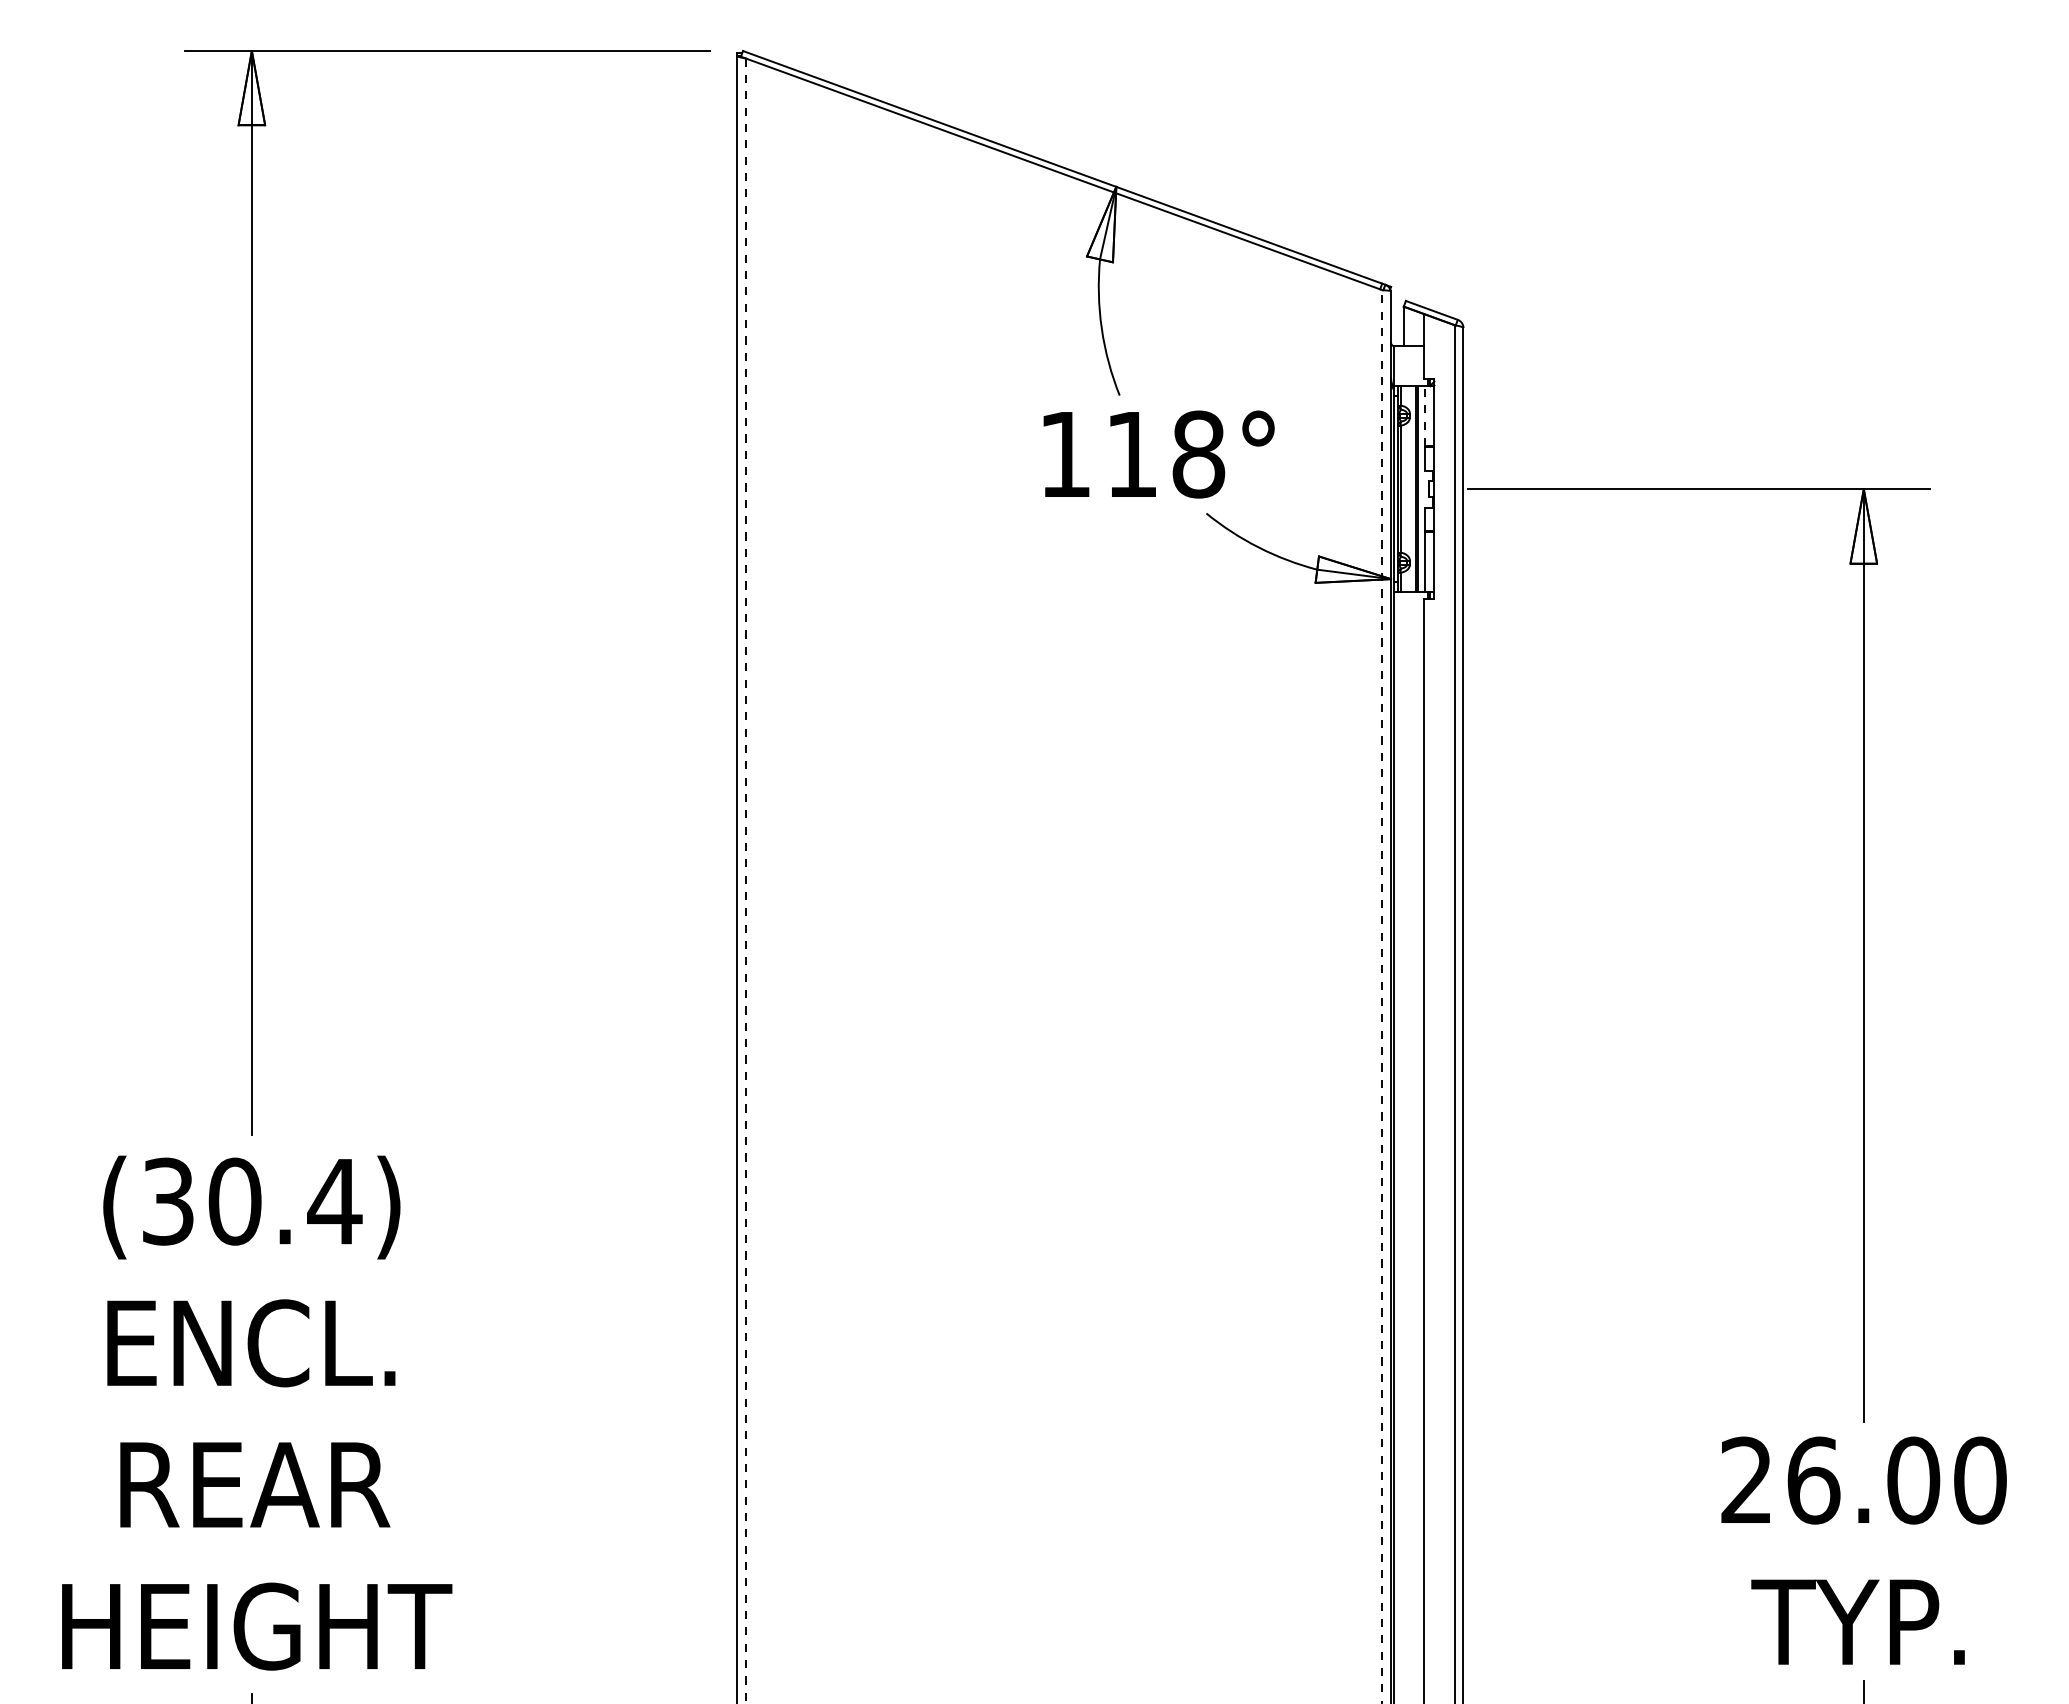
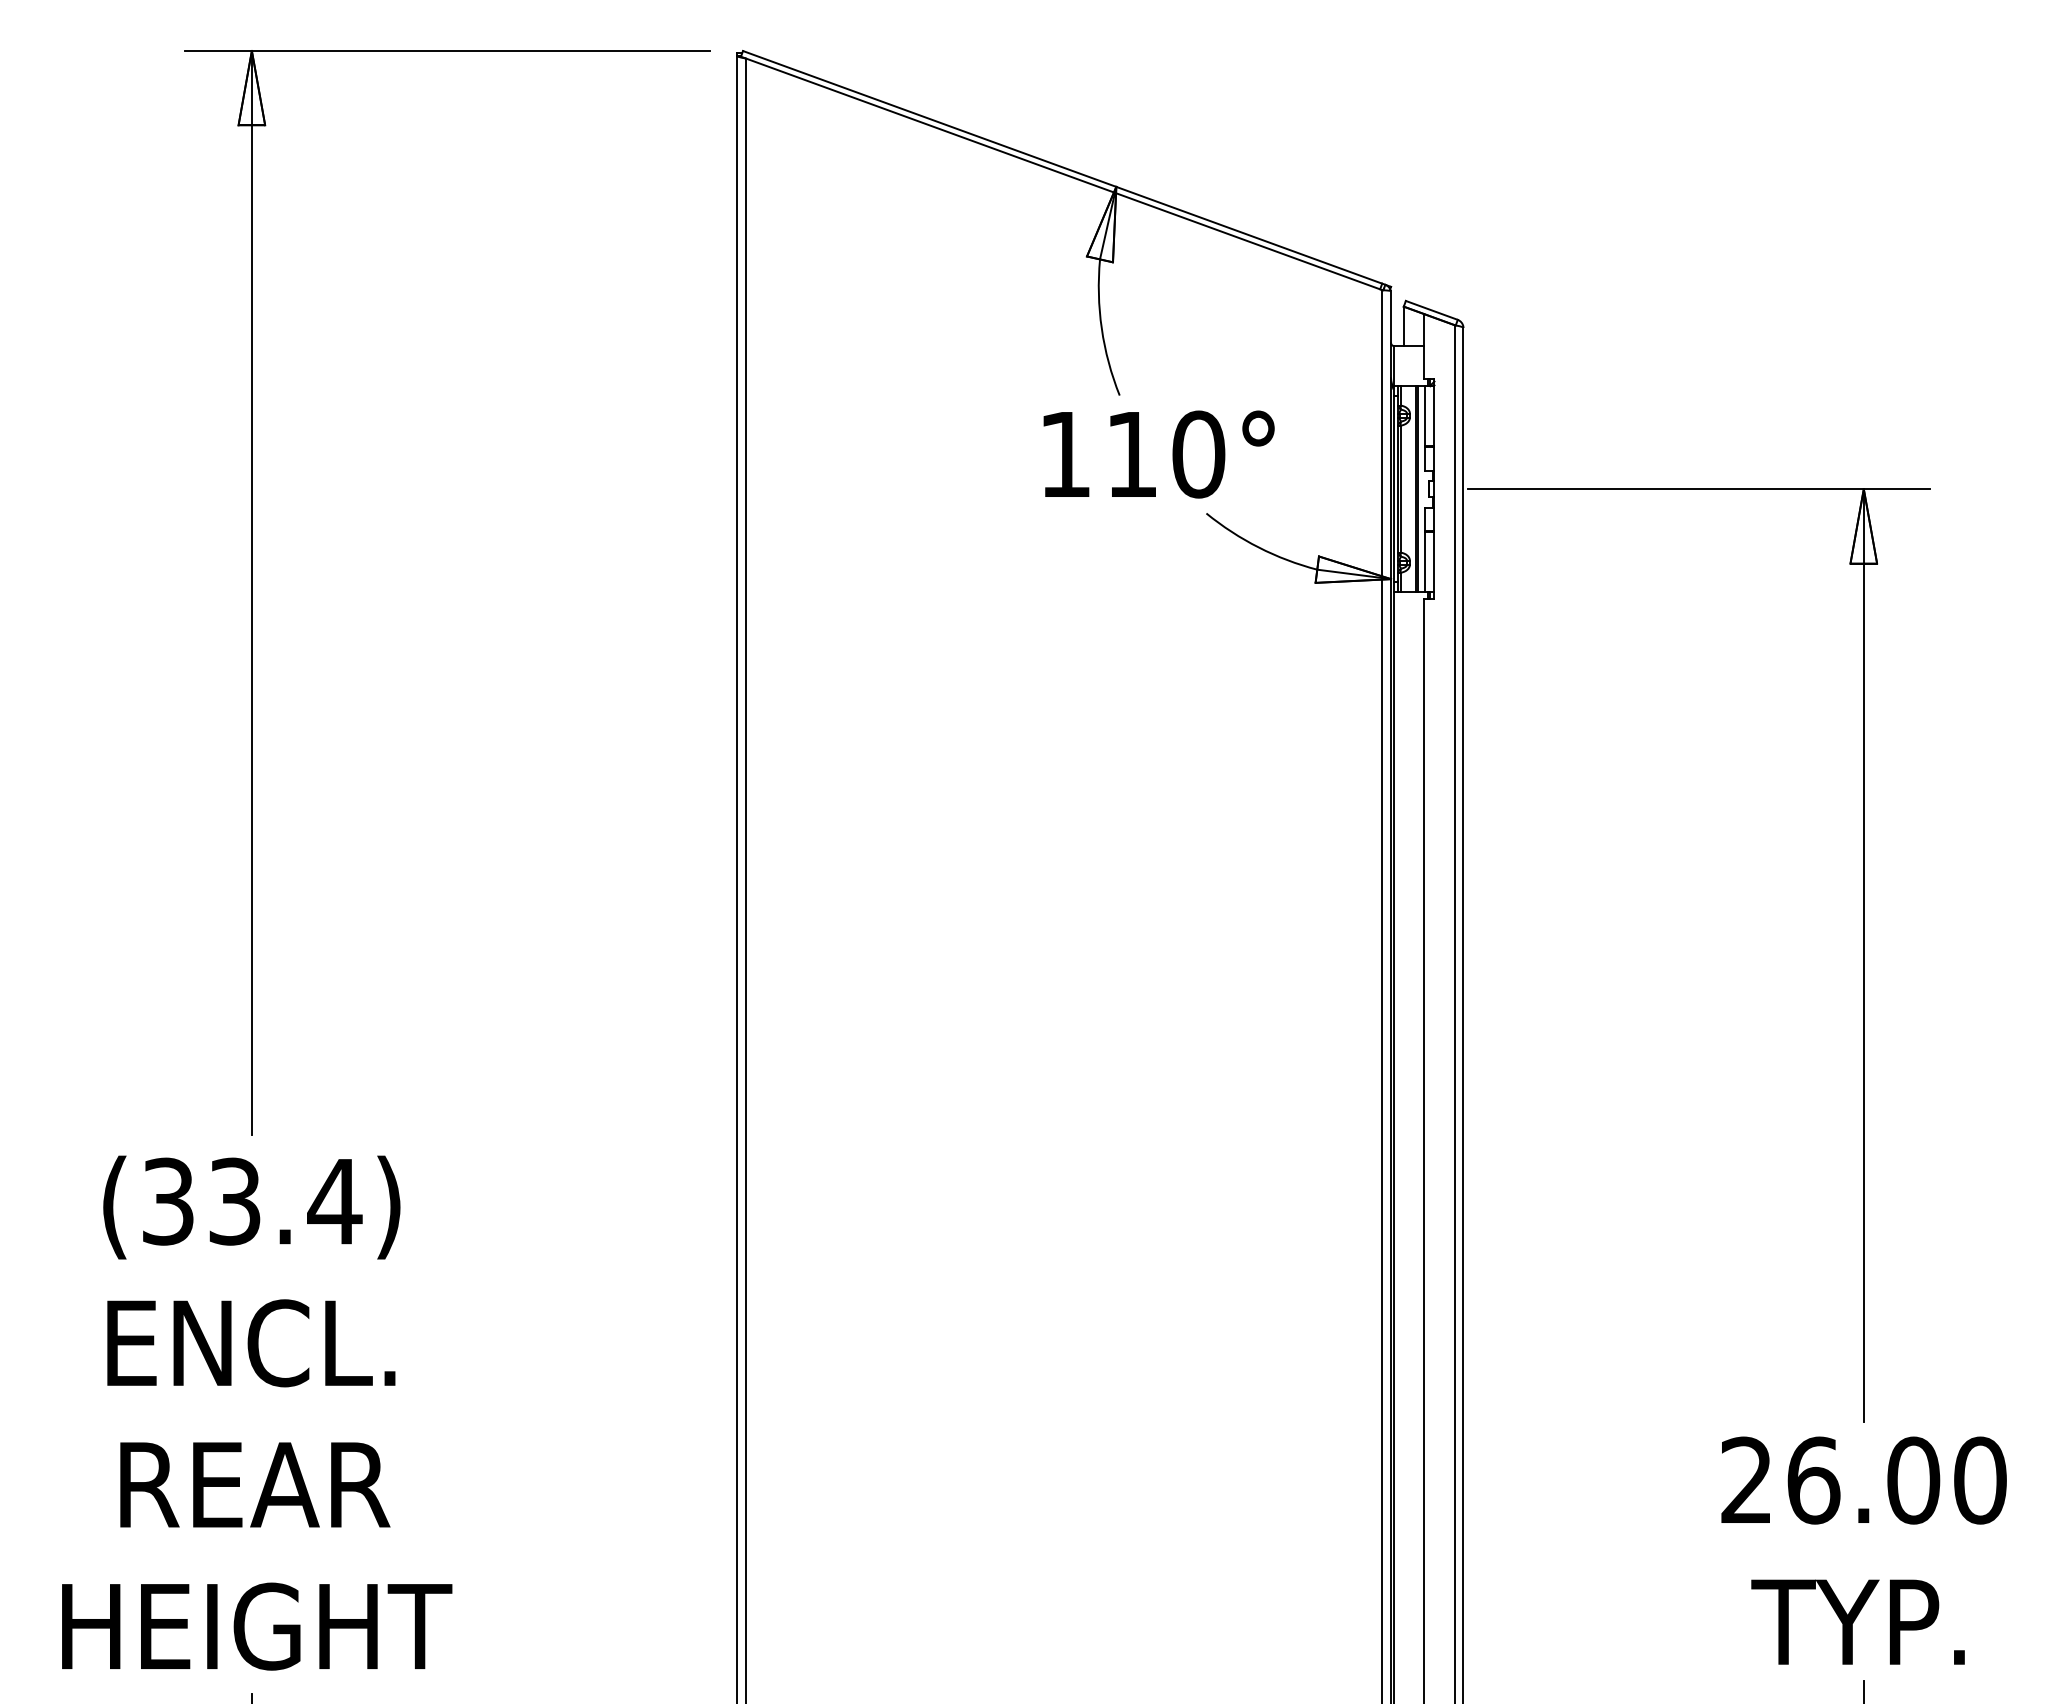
line at (1424, 416): dashed -> solid
text at (1198, 454): 118° -> 110°
line at (745, 881): dashed -> solid
line at (1382, 996): dashed -> solid
text at (234, 1201): (30.4) -> (33.4)
